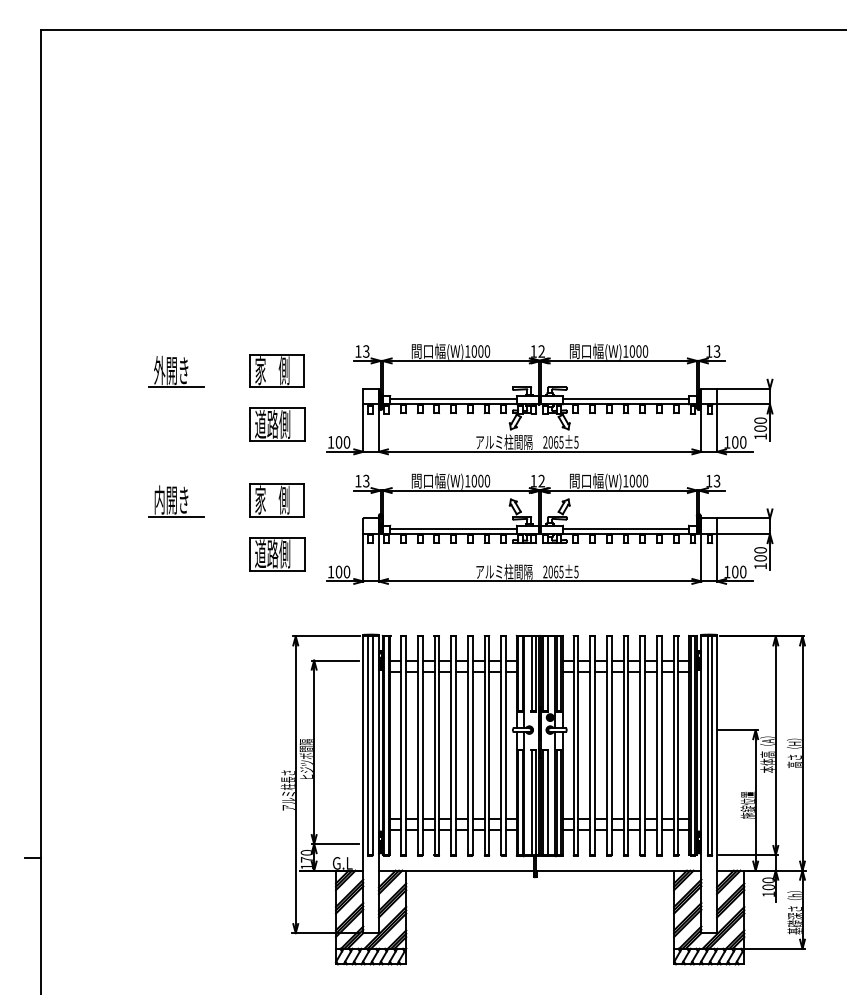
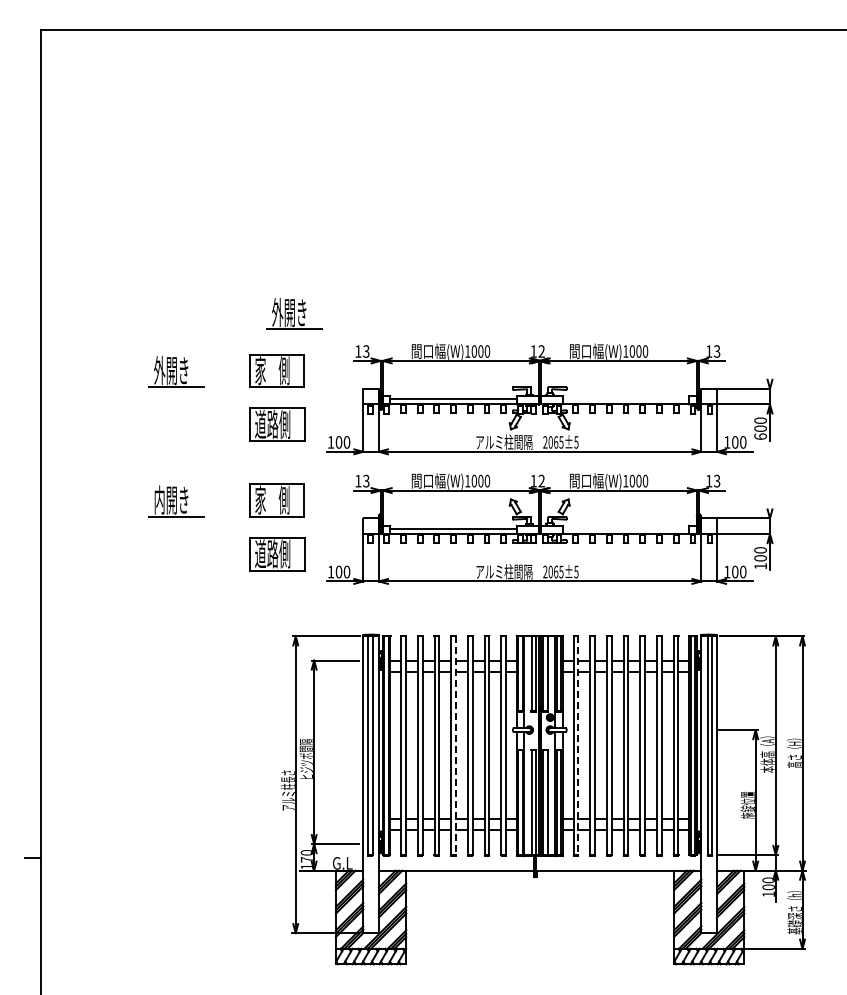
part at (294, 313): none -> present
line at (625, 399): present -> none
text at (760, 436): 100 -> 600
line at (625, 529): present -> none
line at (455, 746): solid -> dashed
line at (578, 746): solid -> dashed
